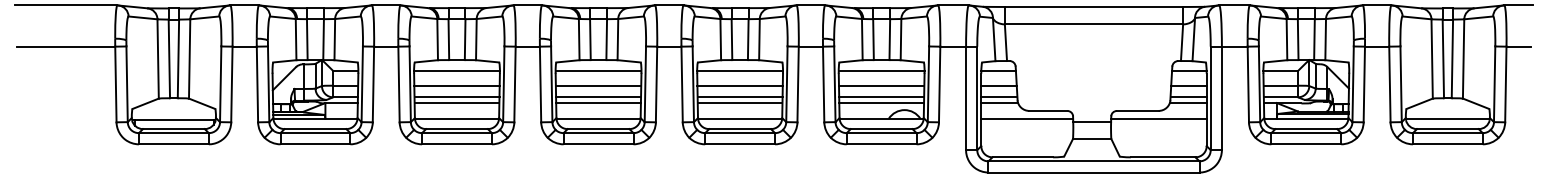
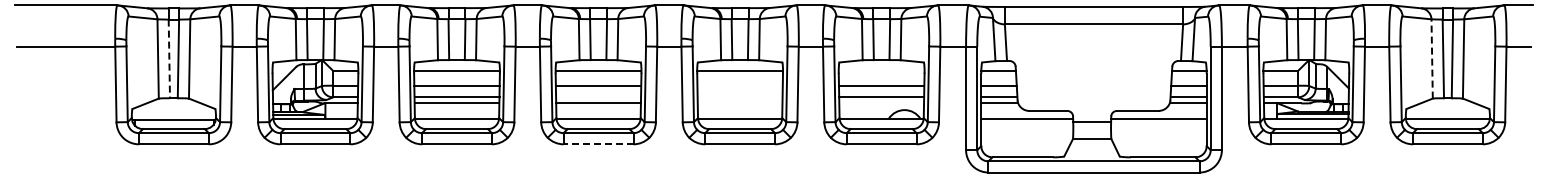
line at (1432, 58): solid -> dashed
line at (169, 59): solid -> dashed
line at (881, 70): present -> none
line at (739, 85): present -> none
line at (598, 97): present -> none
line at (739, 97): present -> none
line at (739, 103): present -> none
line at (881, 103): present -> none
line at (598, 144): solid -> dashed
